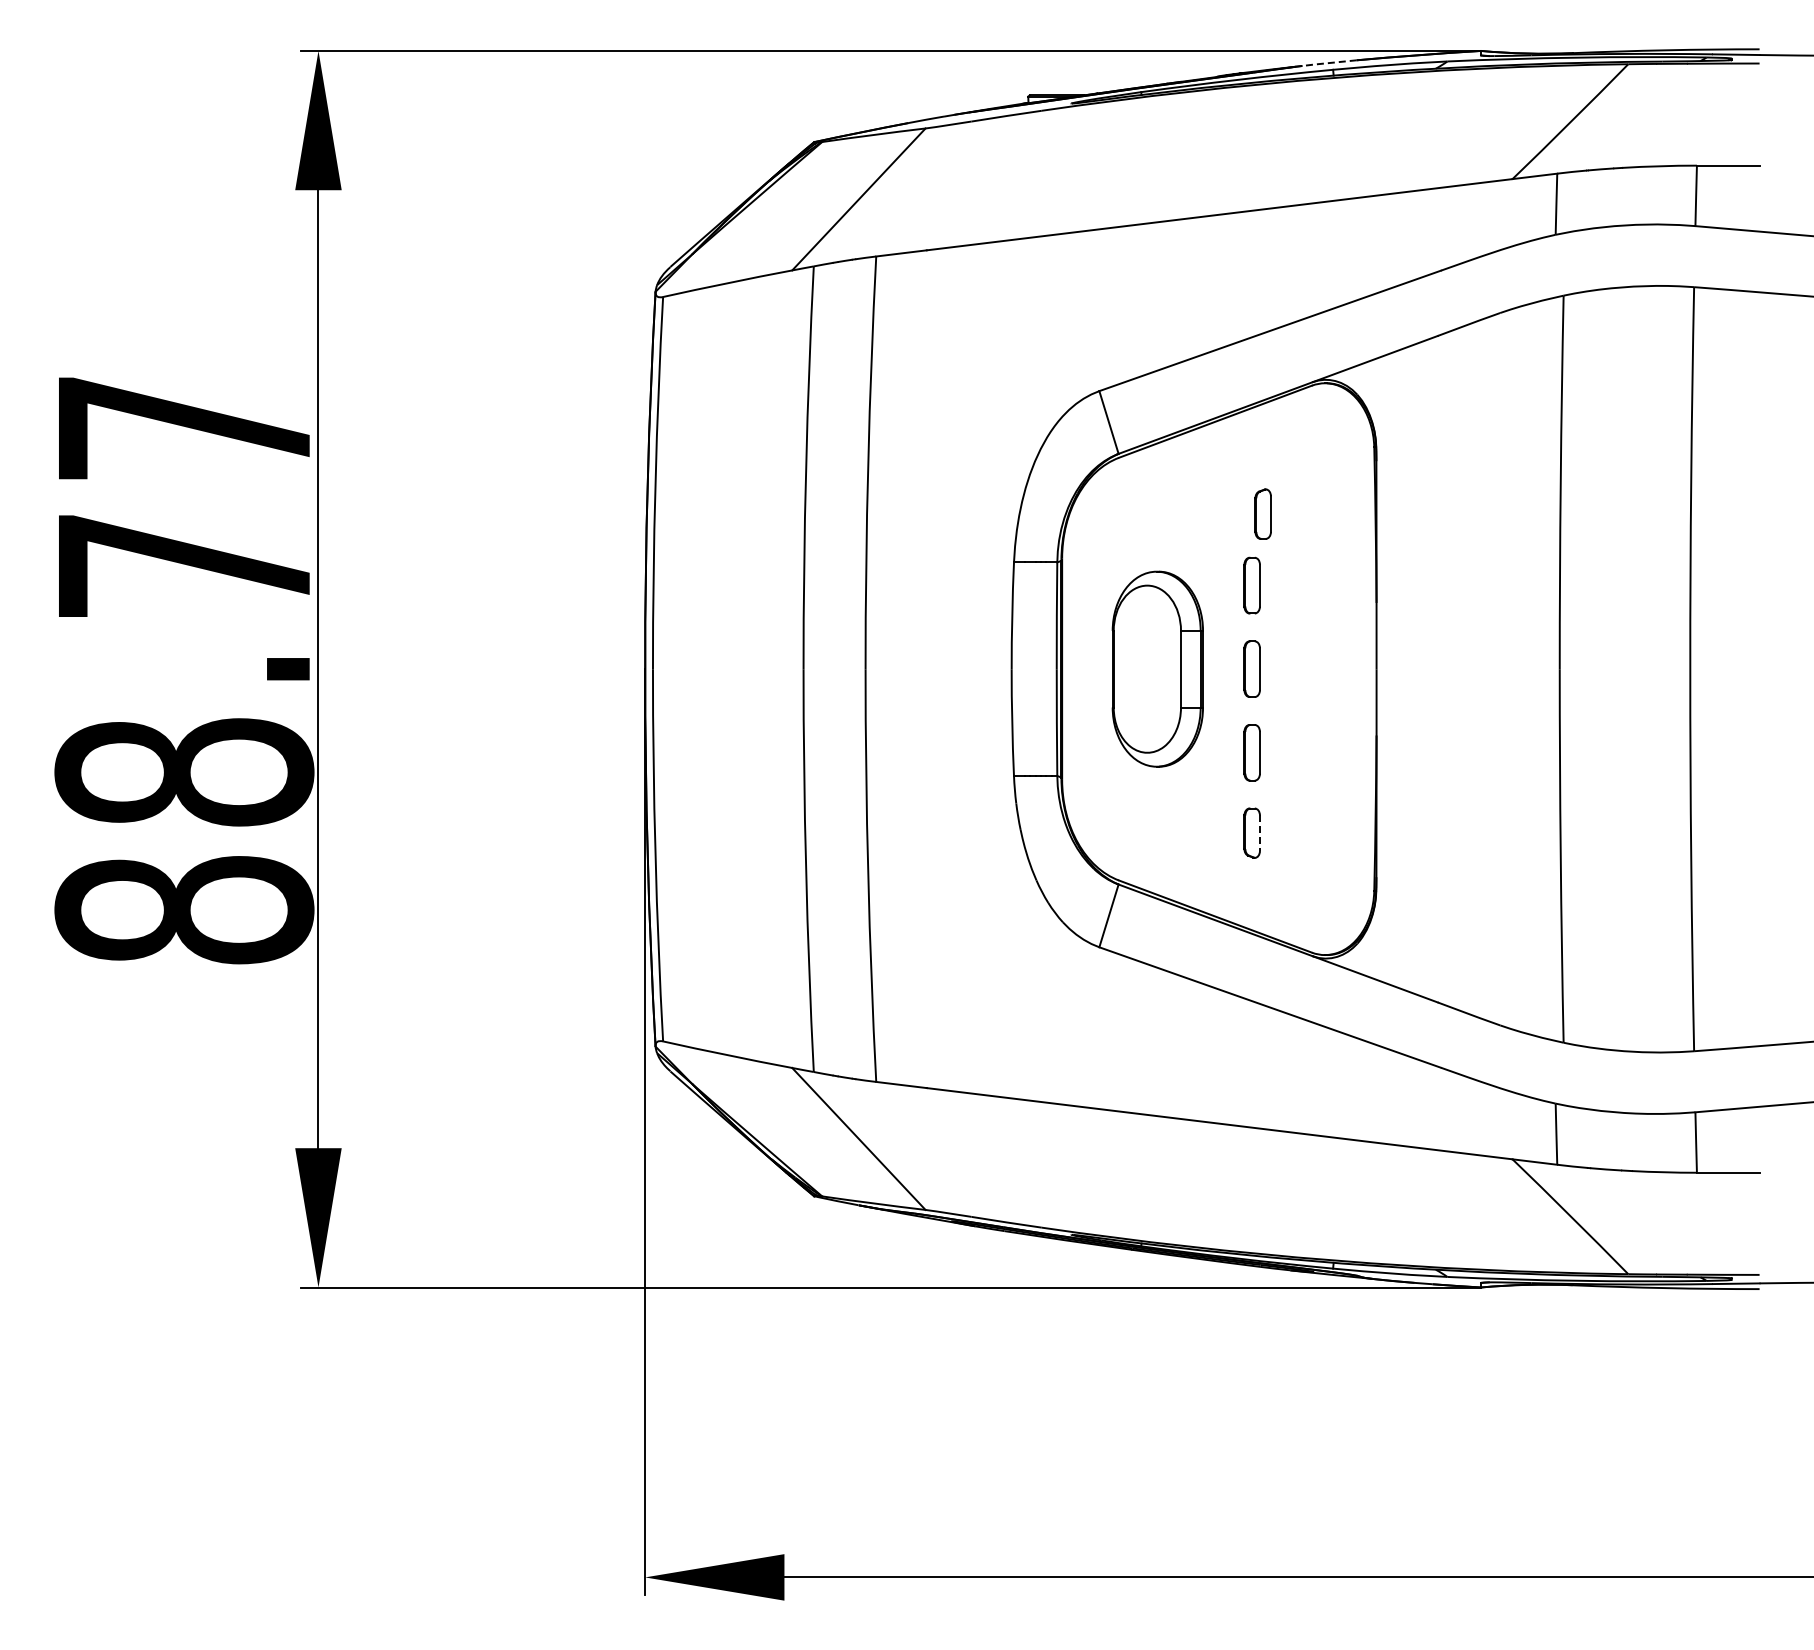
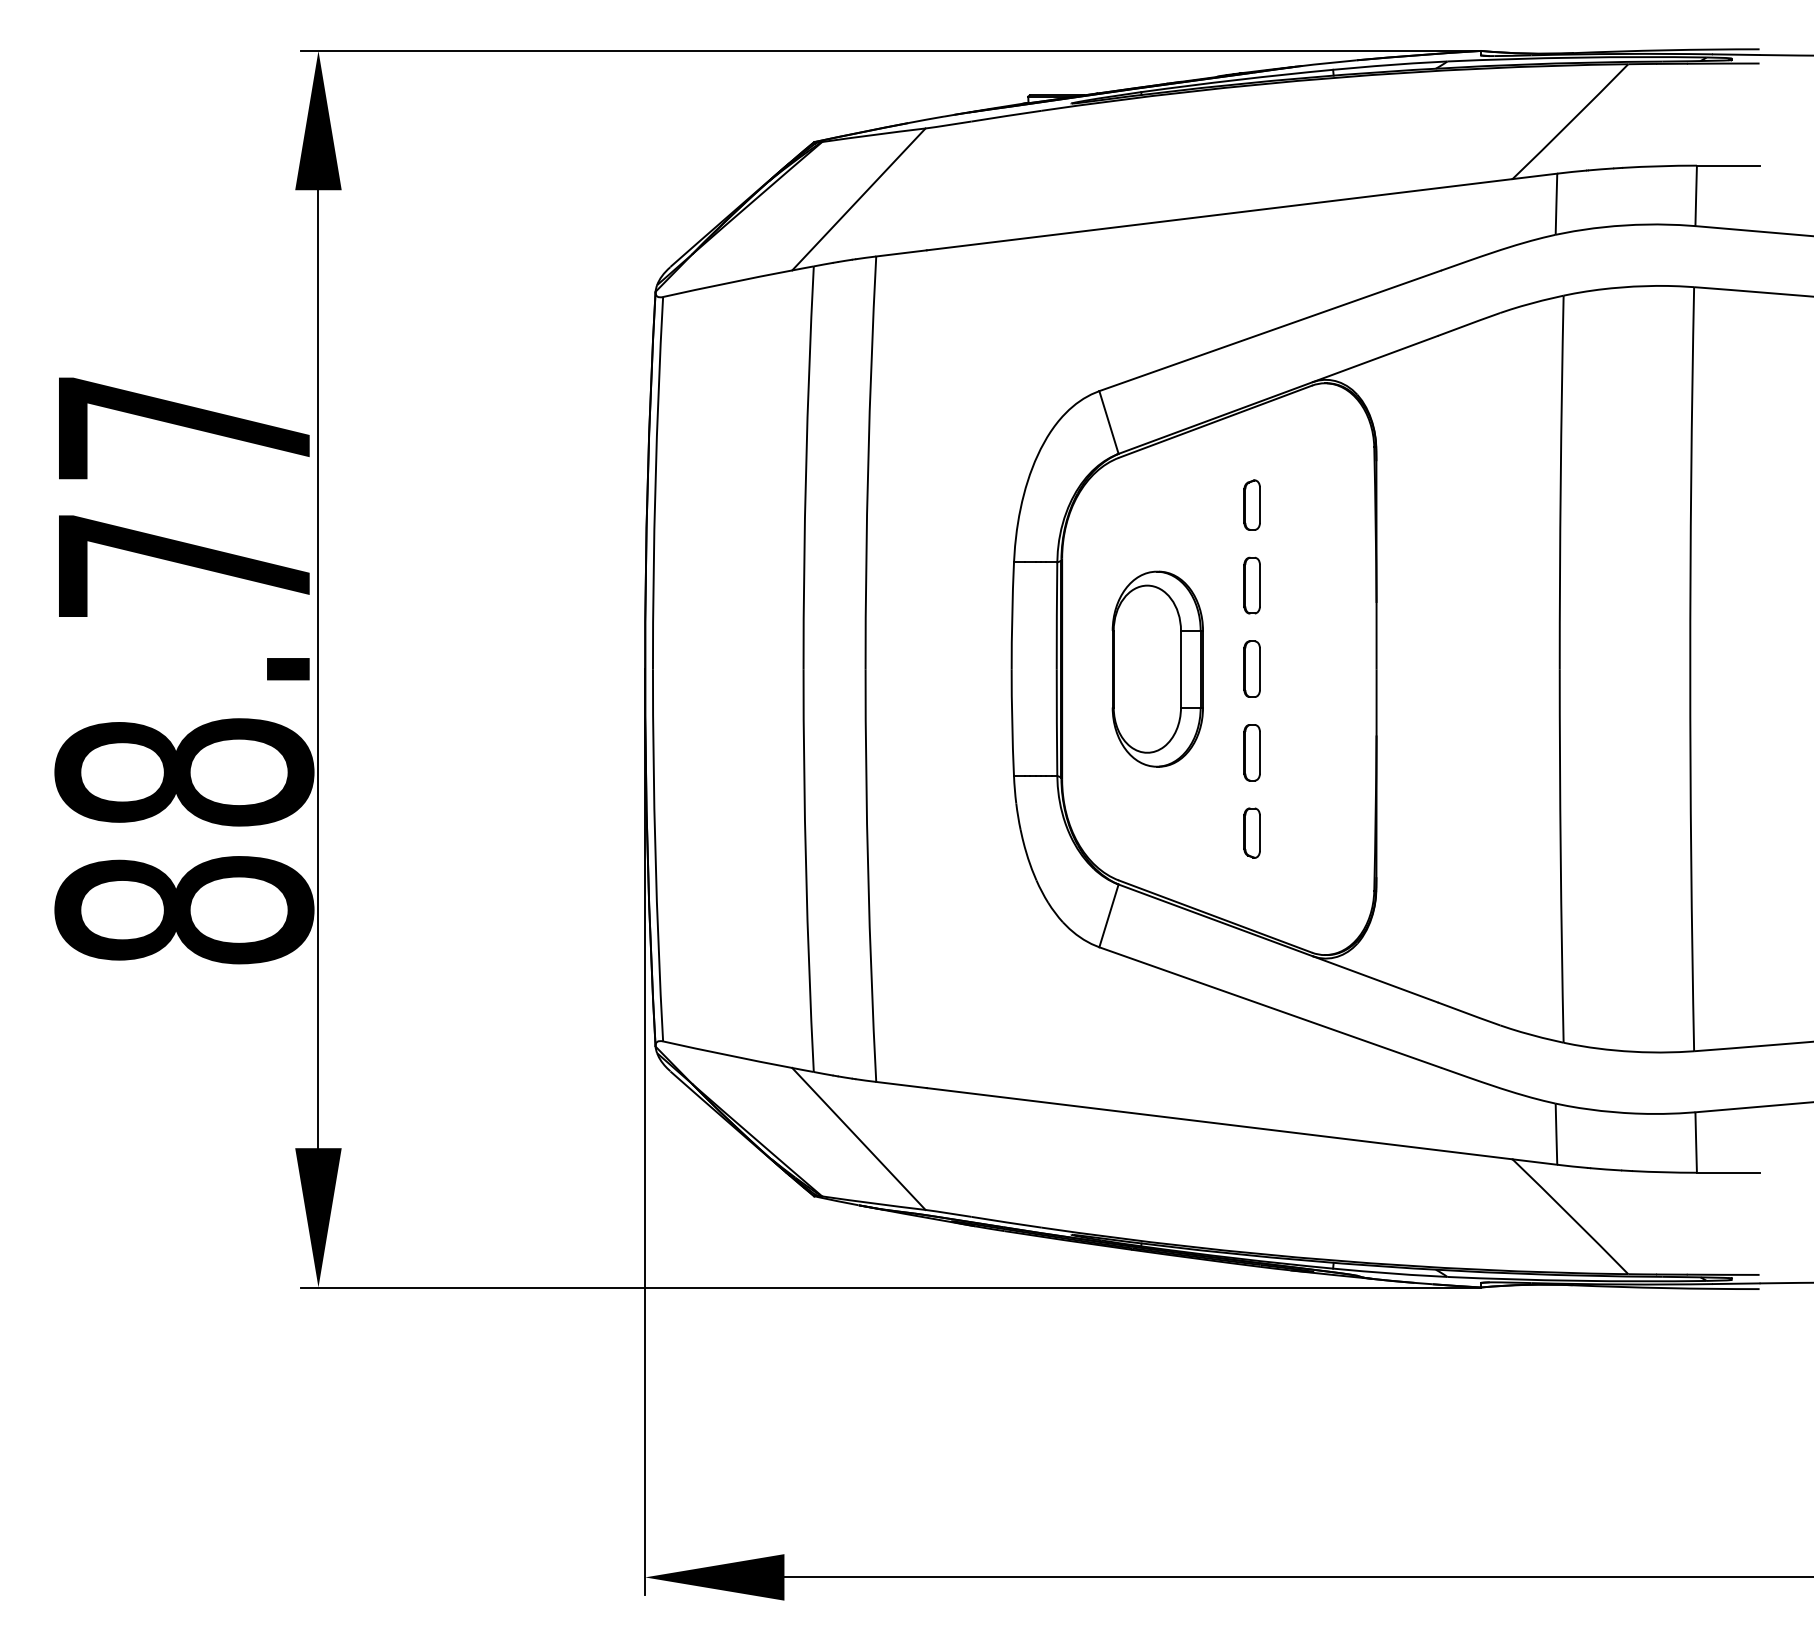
line at (1325, 63): dashed -> solid
part at (1262, 513) position: (1262, 513) -> (1251, 504)
line at (1259, 833): dashed -> solid
